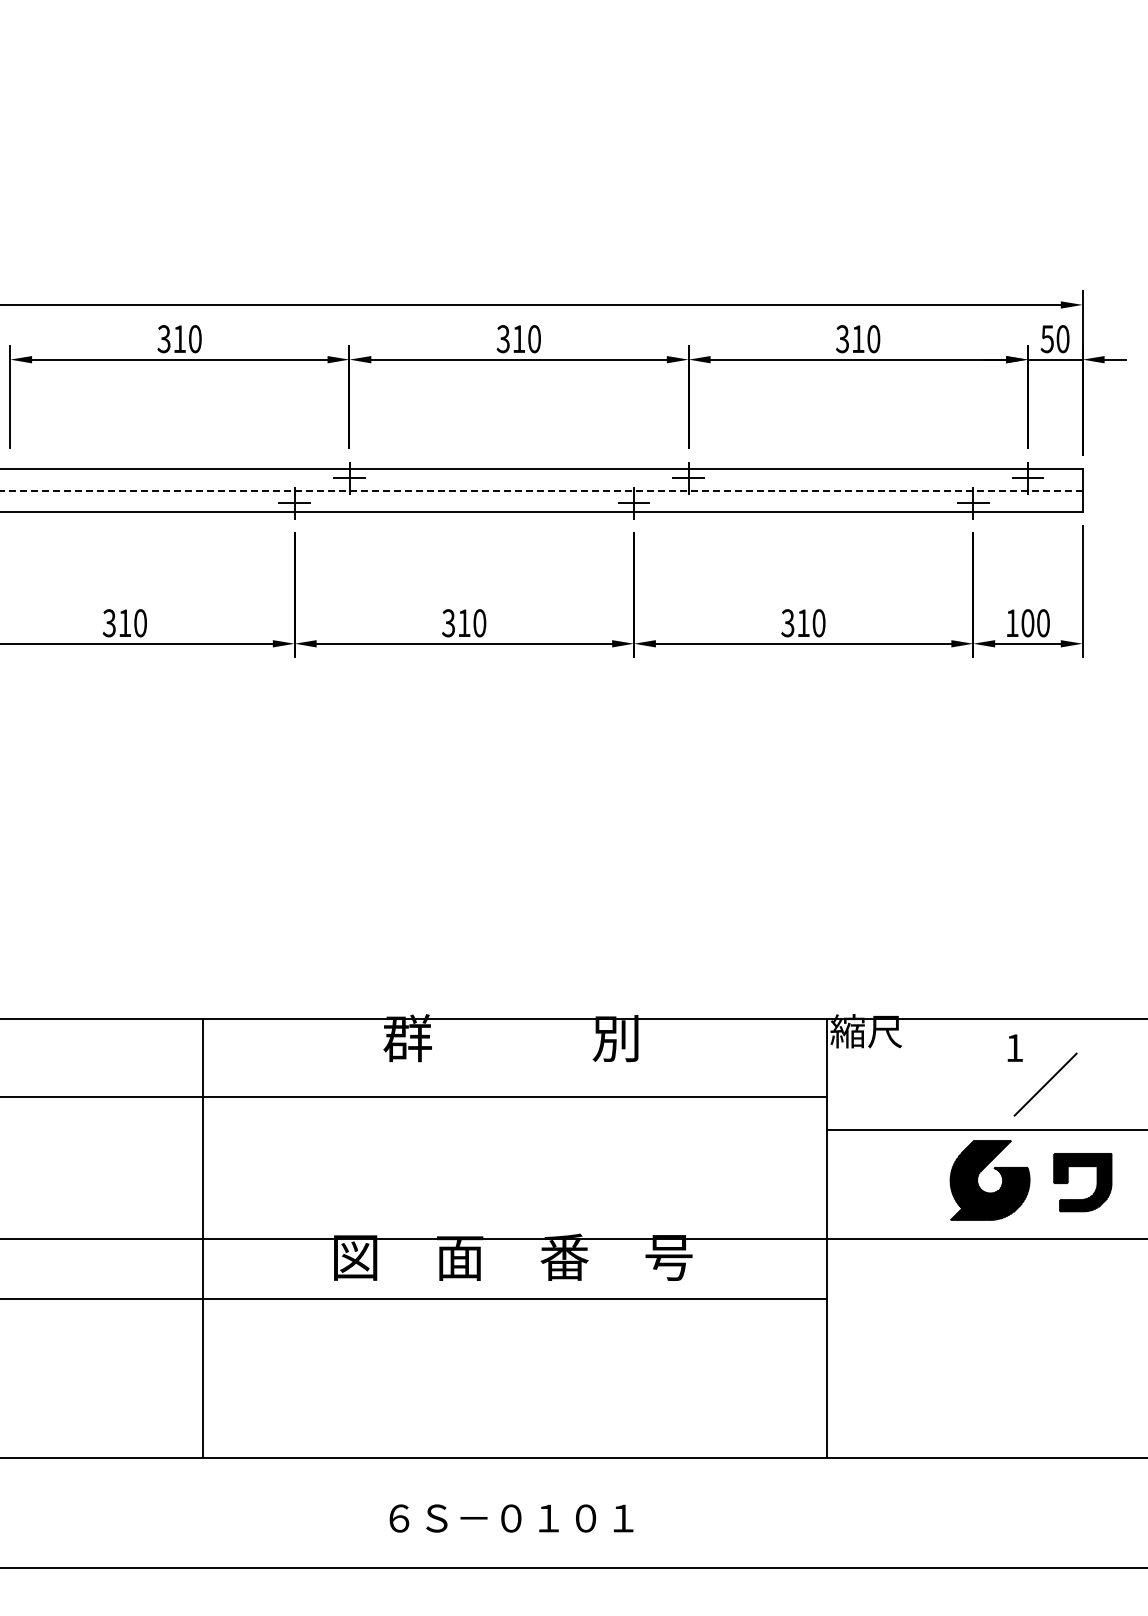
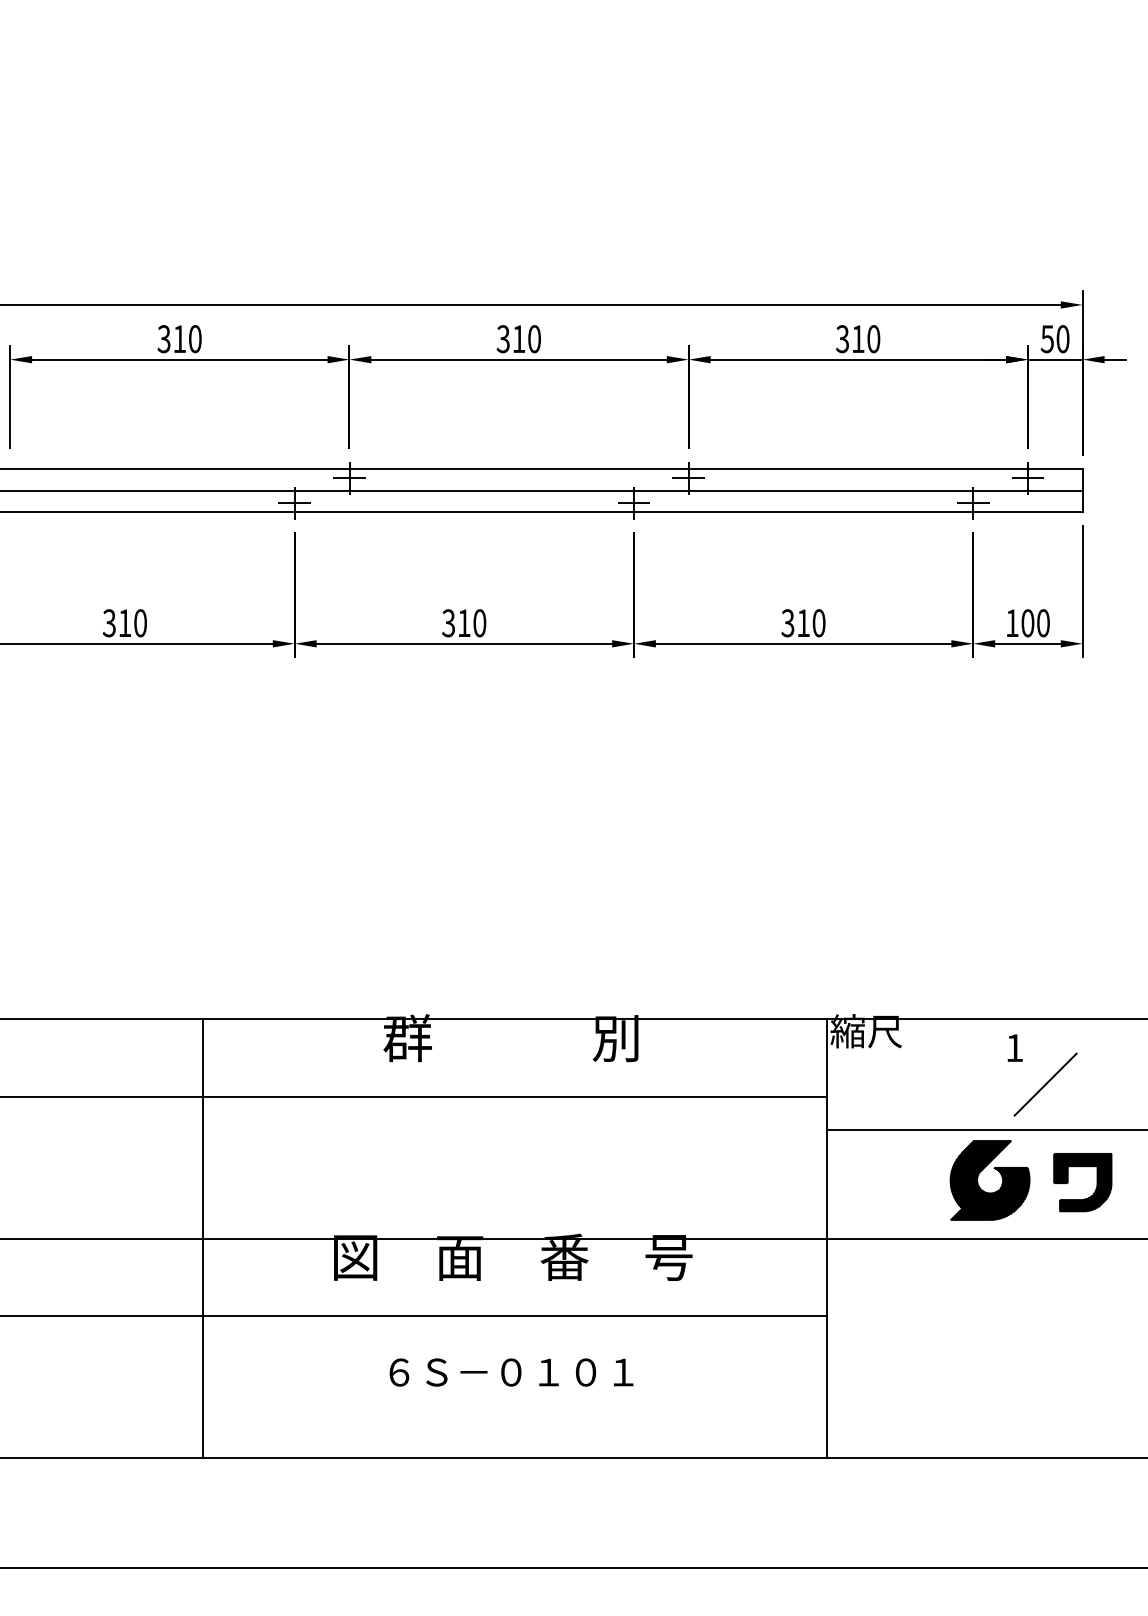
line at (541, 490): dashed -> solid
line at (414, 1298) position: (414, 1298) -> (414, 1315)
text at (511, 1518) position: (511, 1518) -> (511, 1372)
